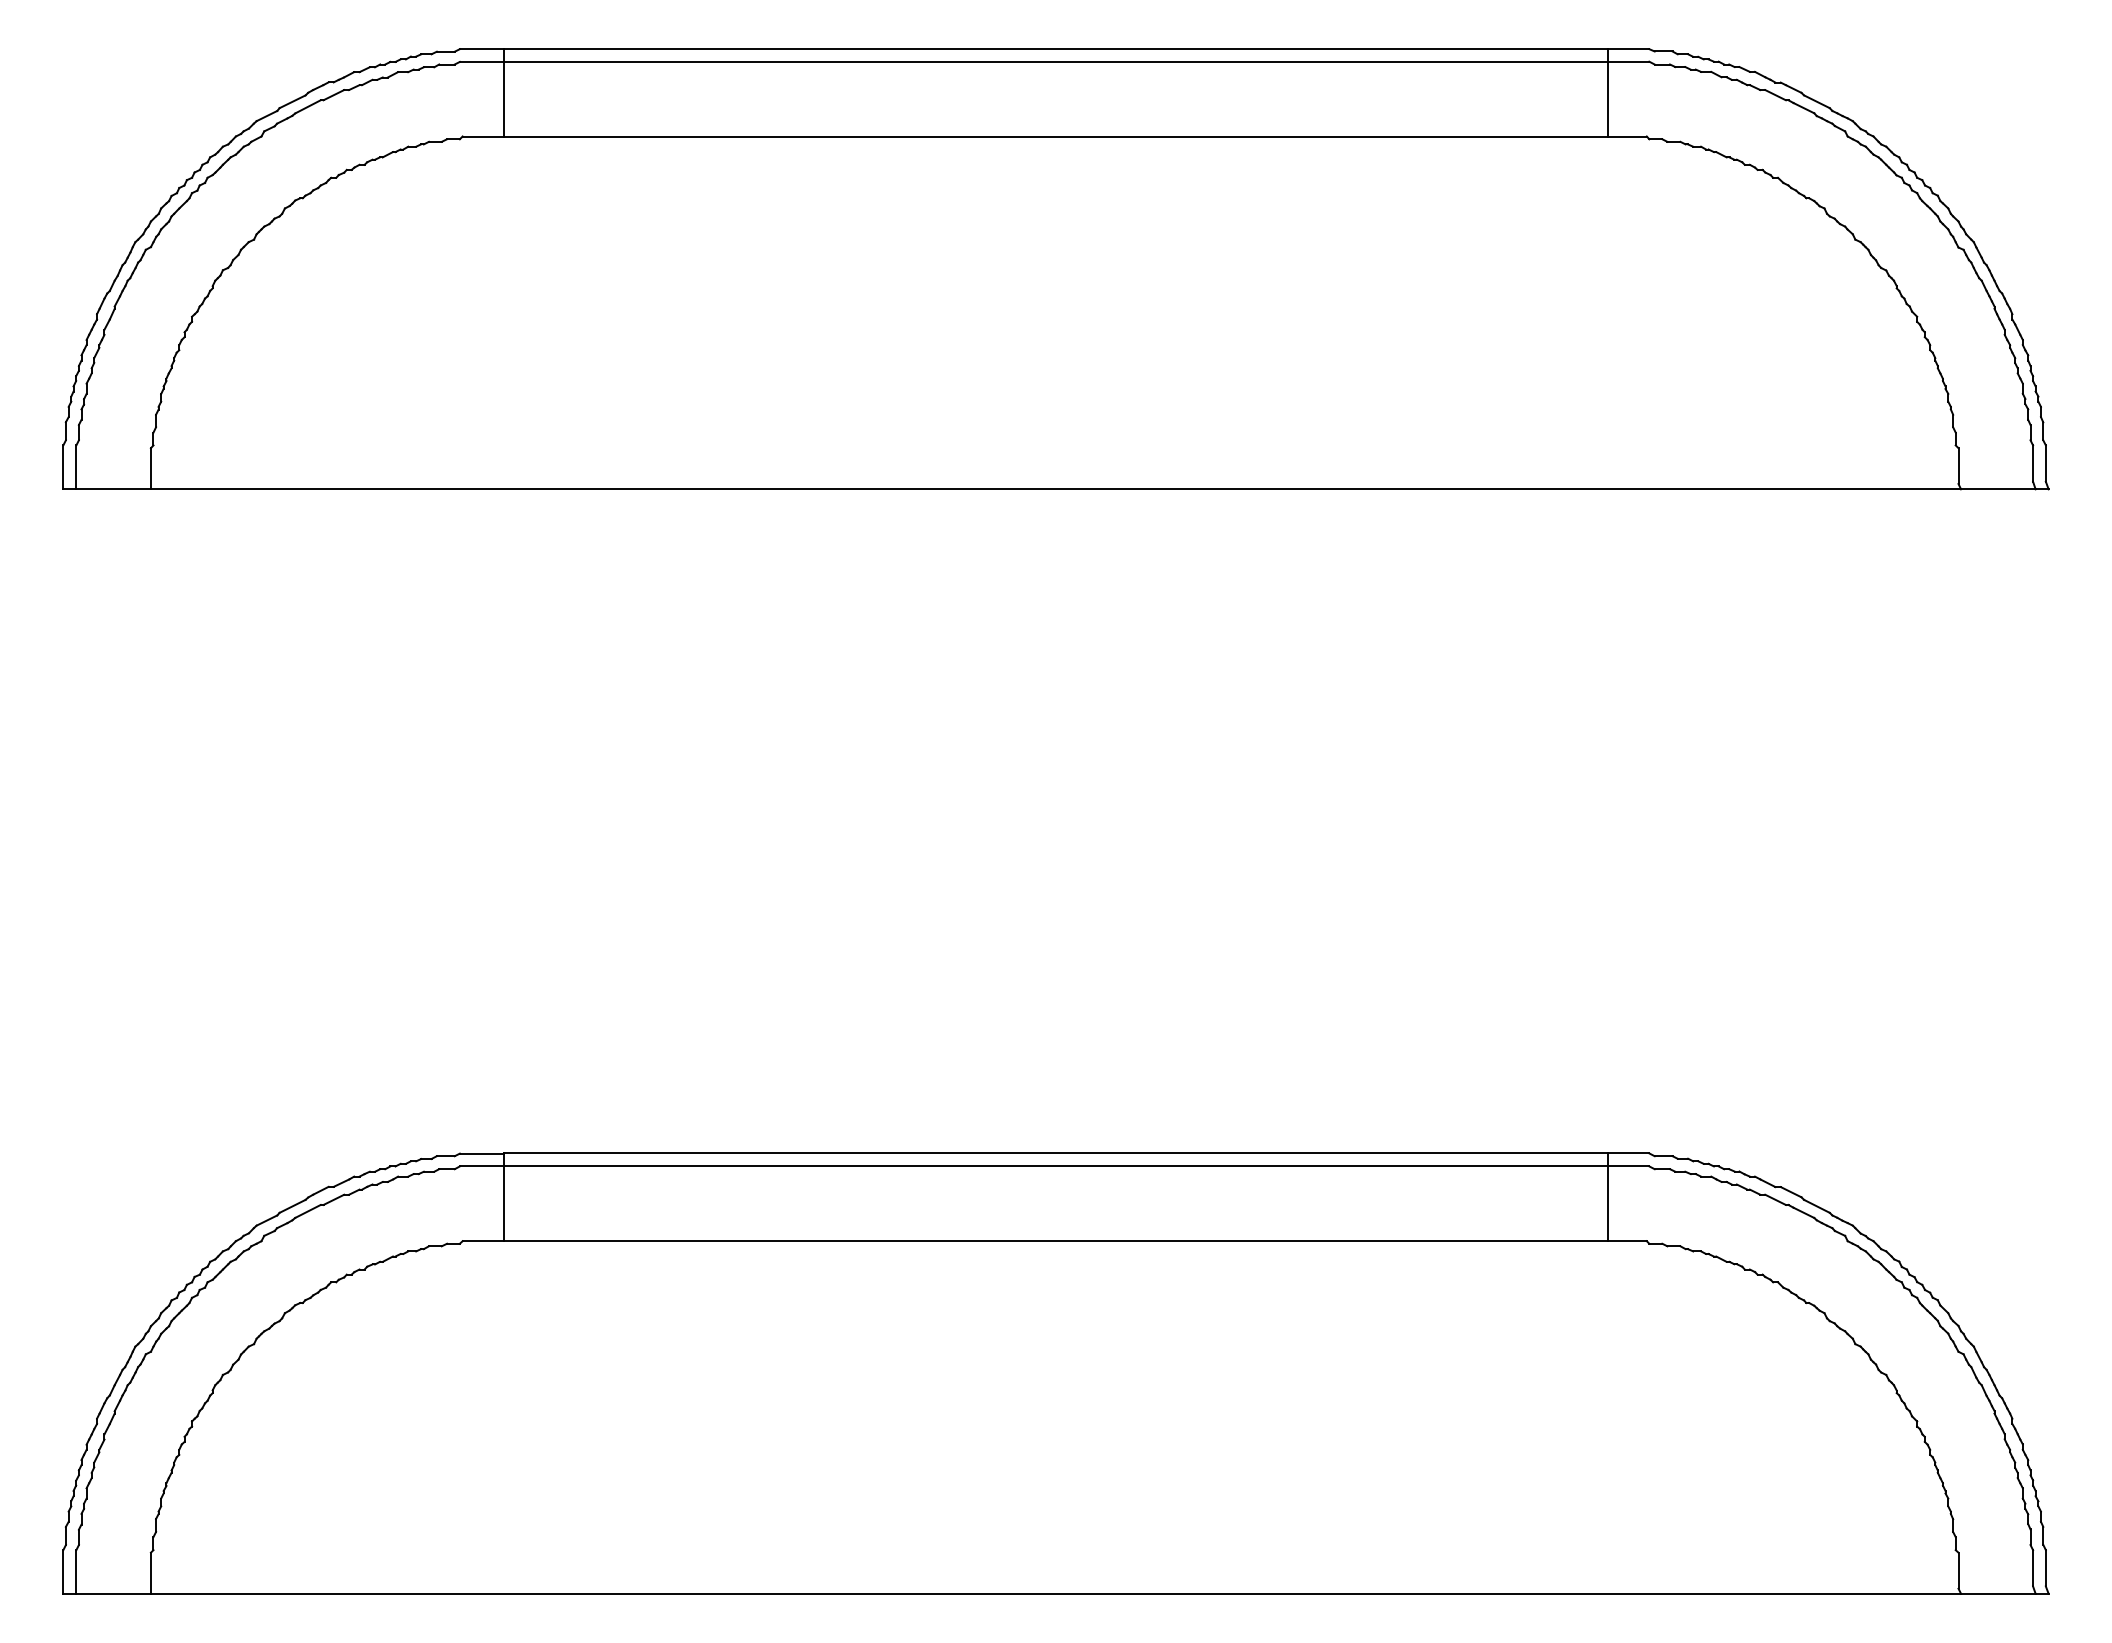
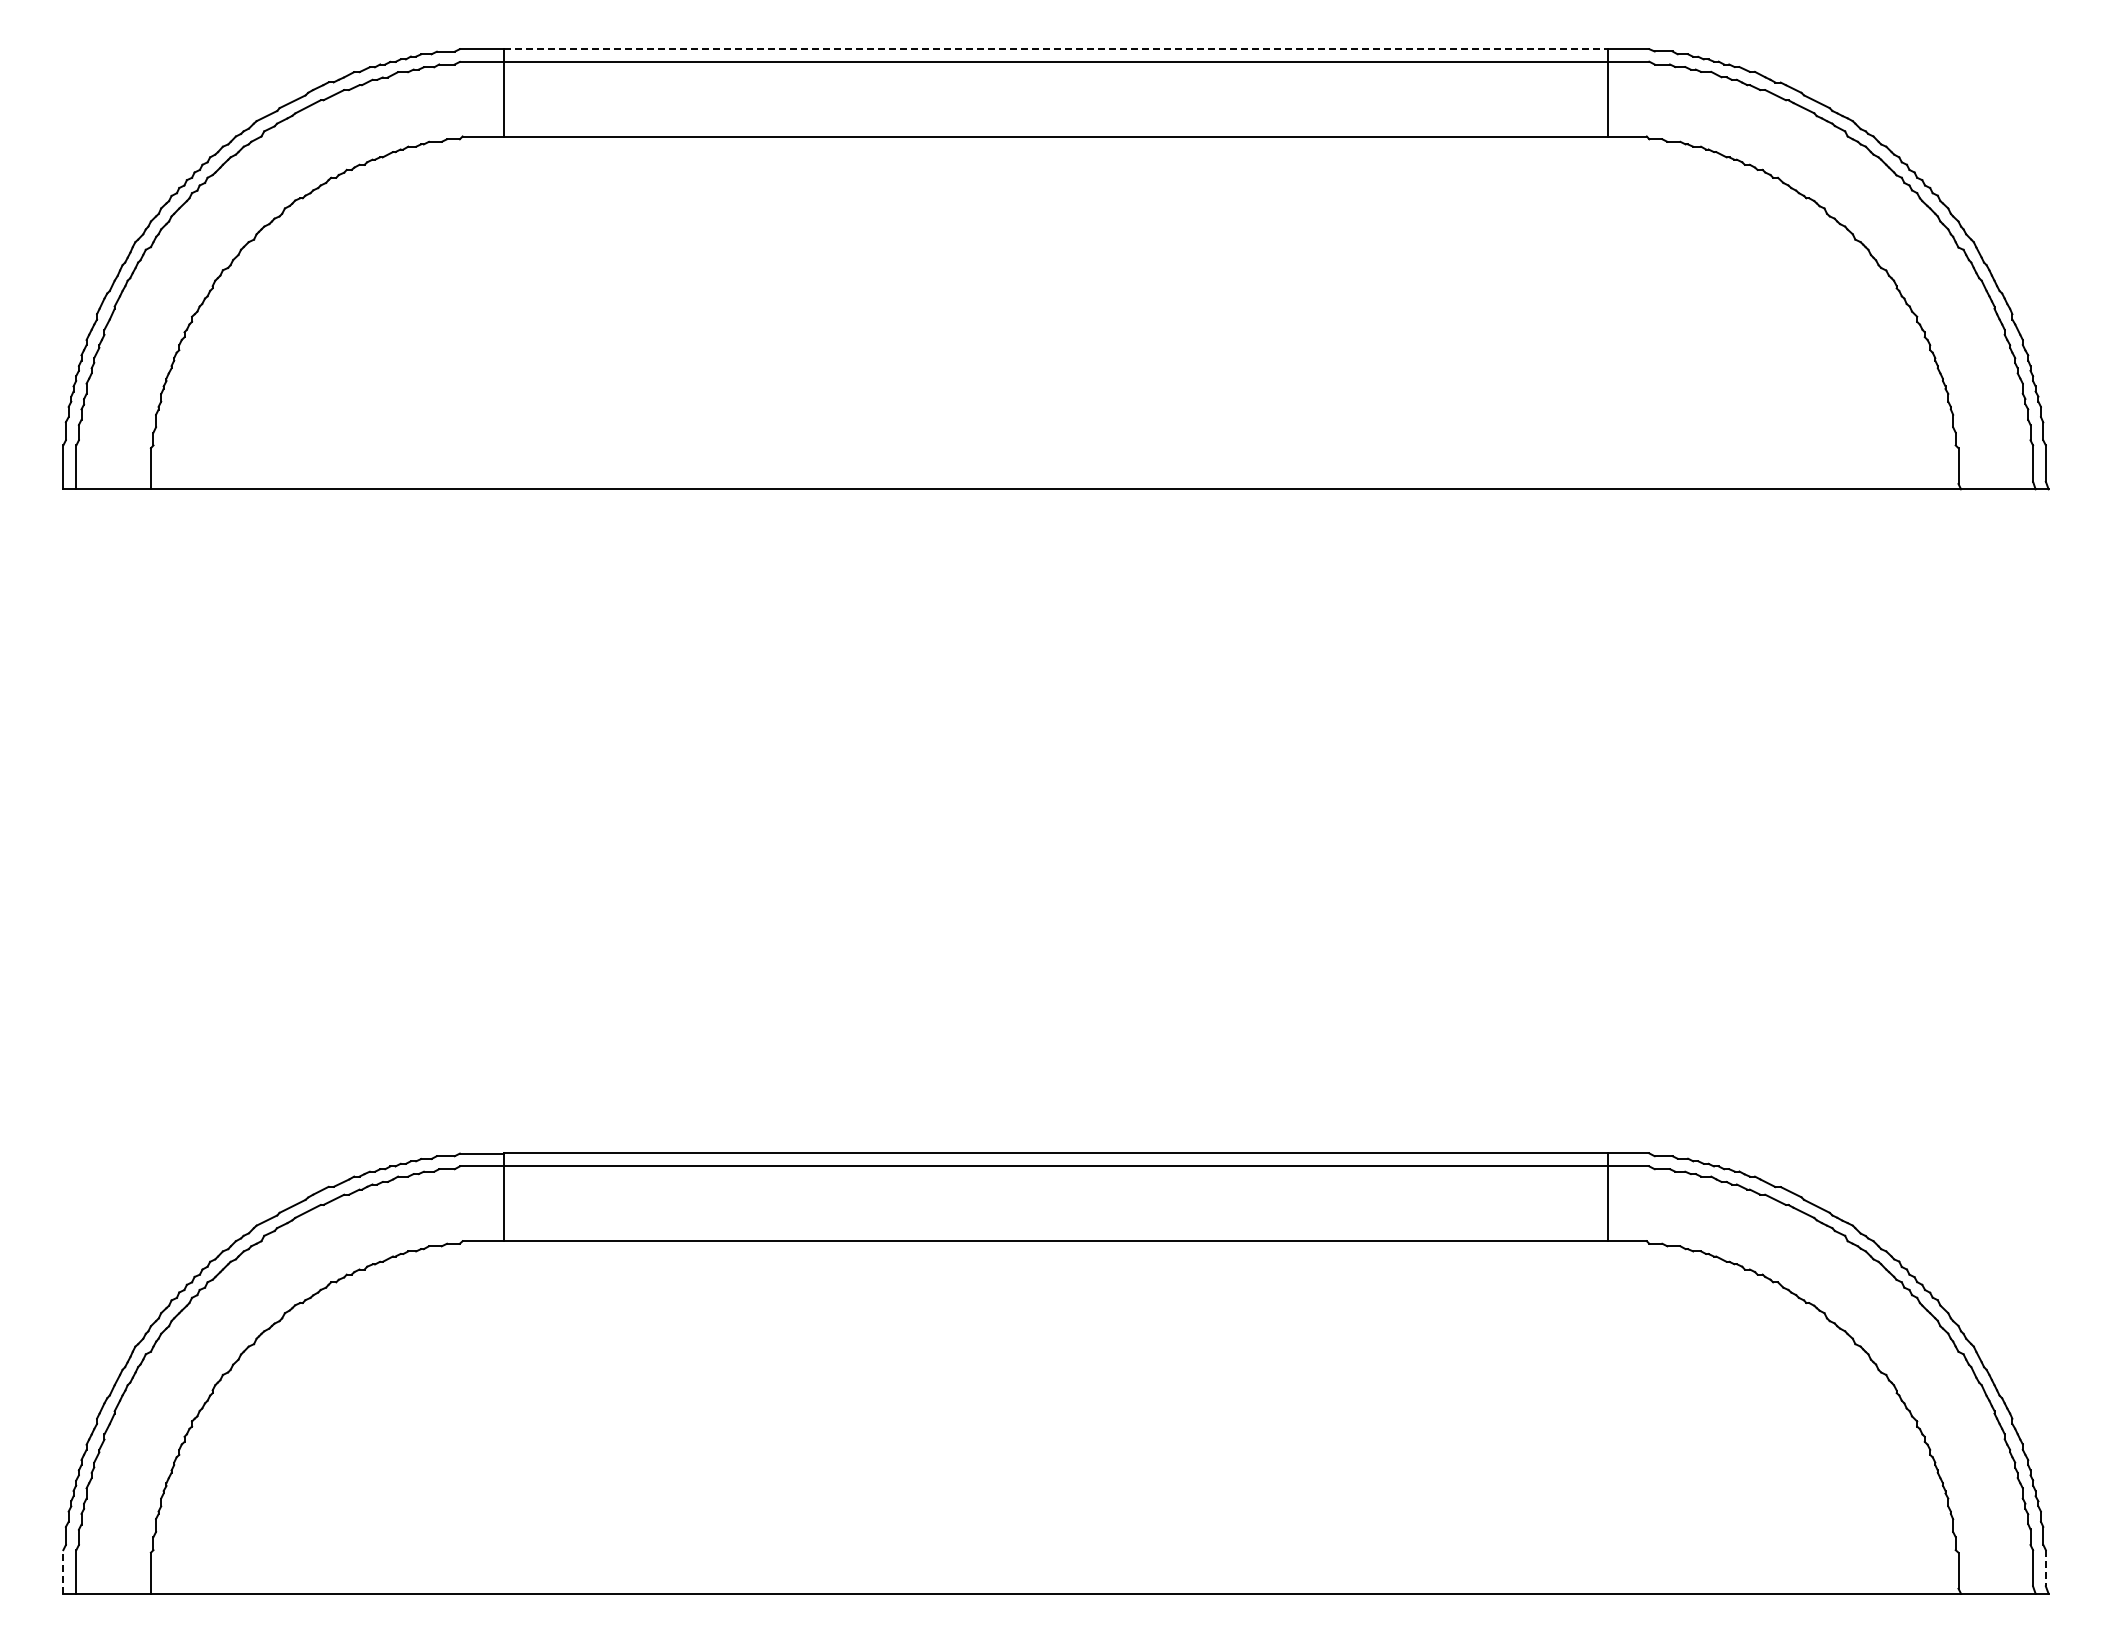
line at (1056, 49): solid -> dashed
line at (2045, 1568): solid -> dashed
line at (63, 1571): solid -> dashed
